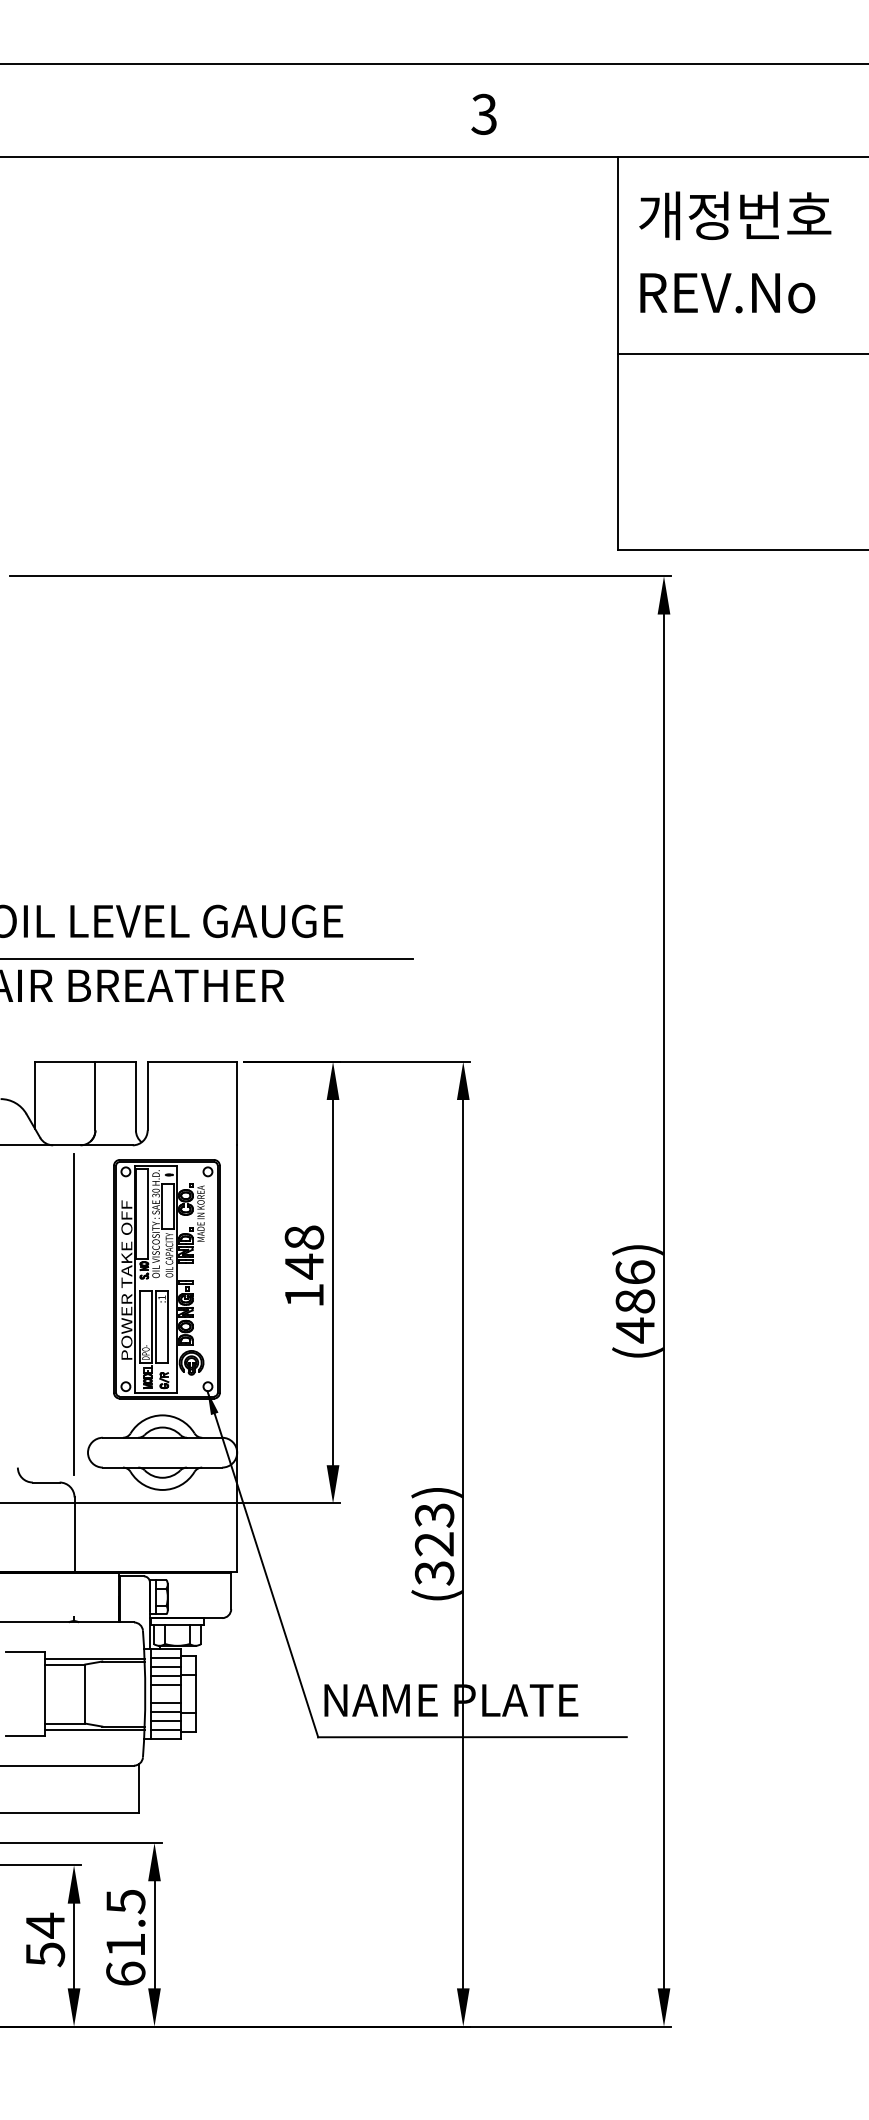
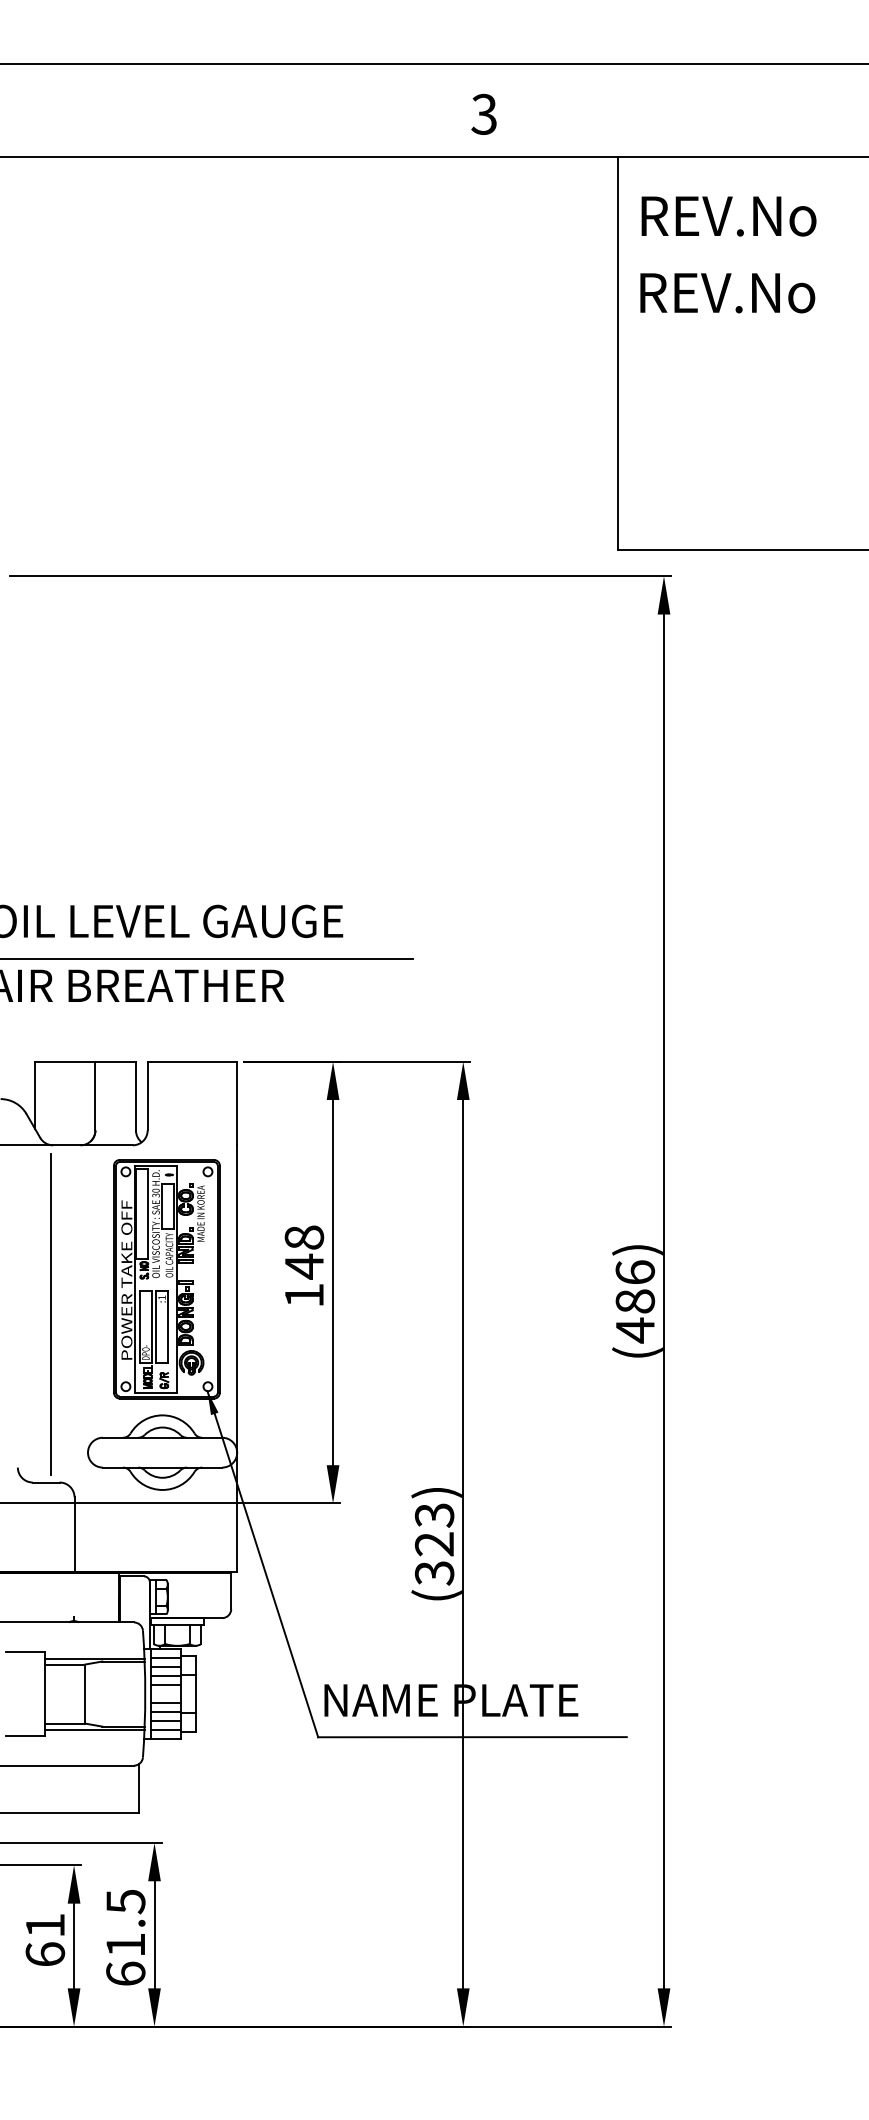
text at (735, 215): 개정번호 -> REV.No
line at (741, 353): present -> none
line at (73, 1314) position: (73, 1314) -> (50, 1314)
text at (45, 1939): 54 -> 61
